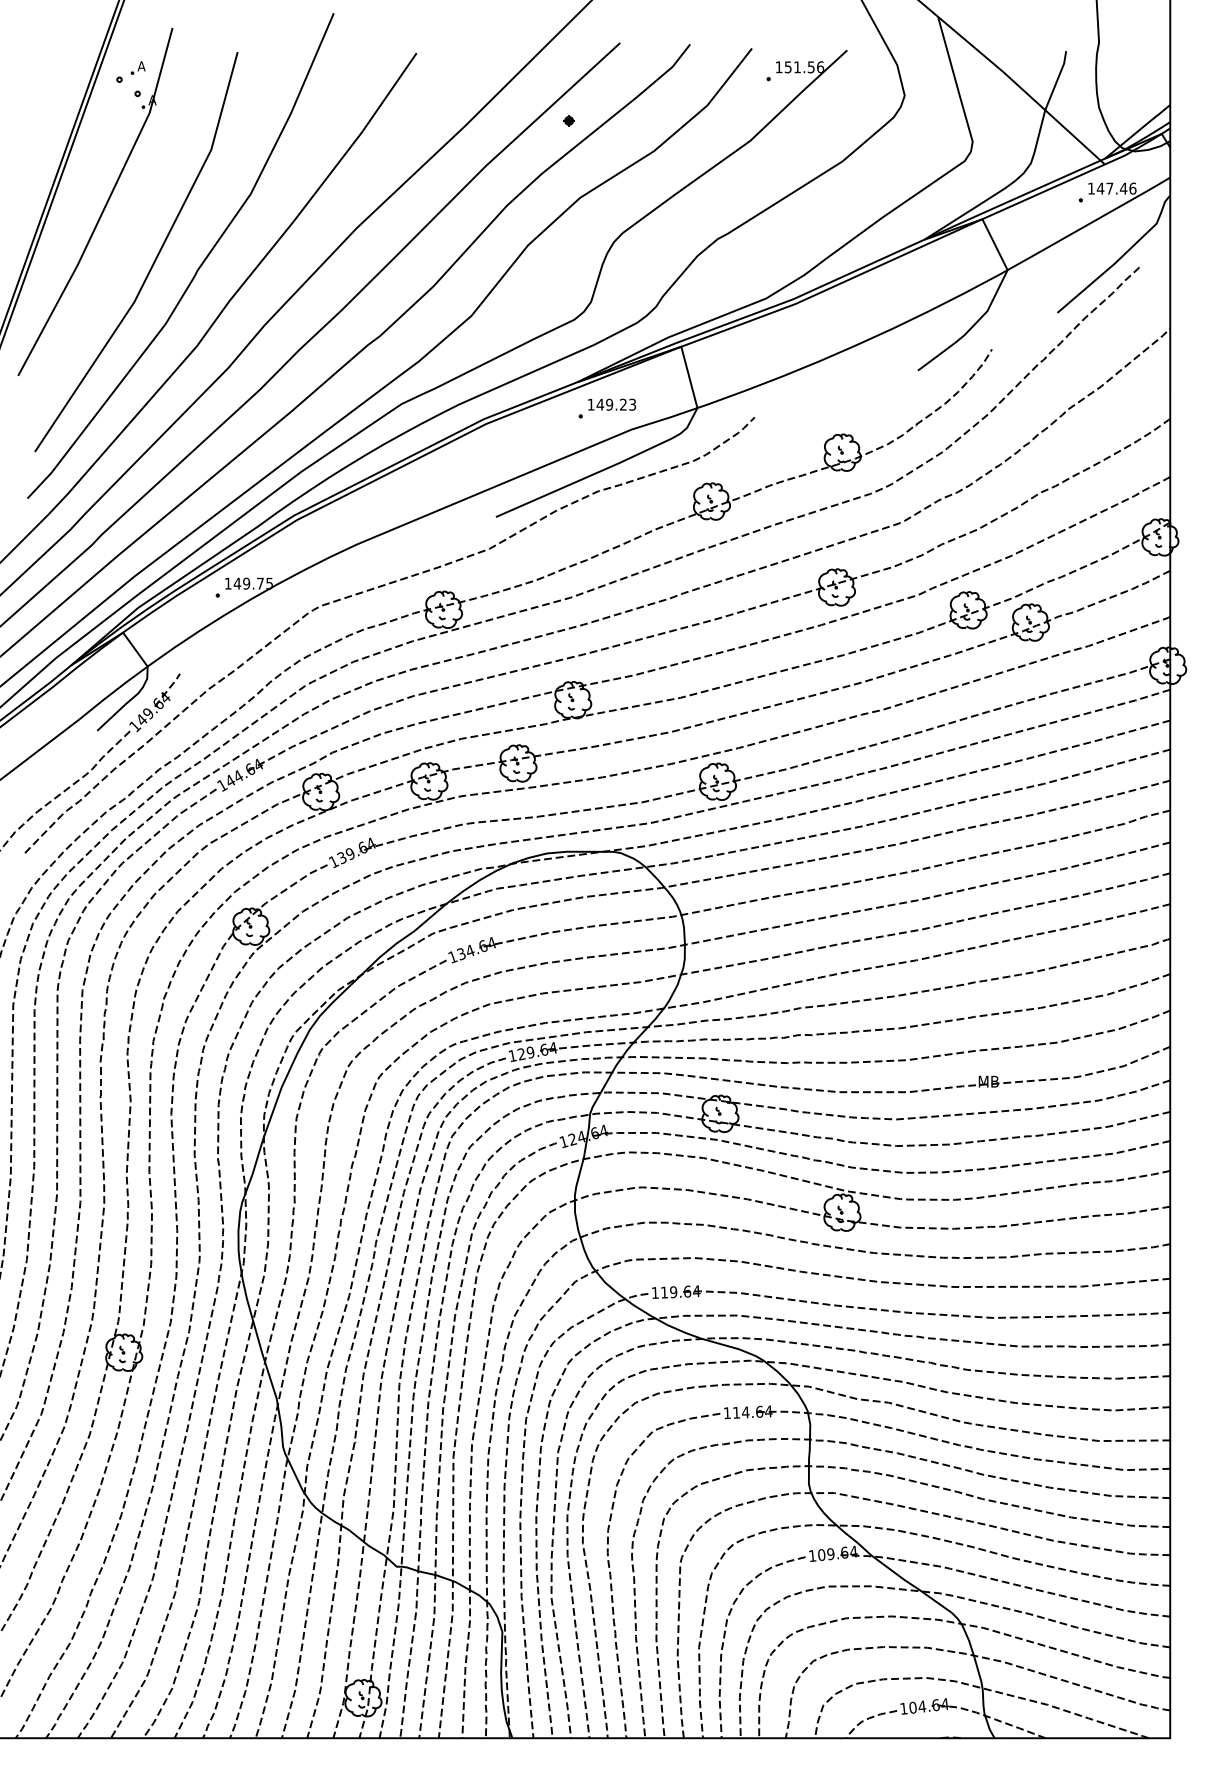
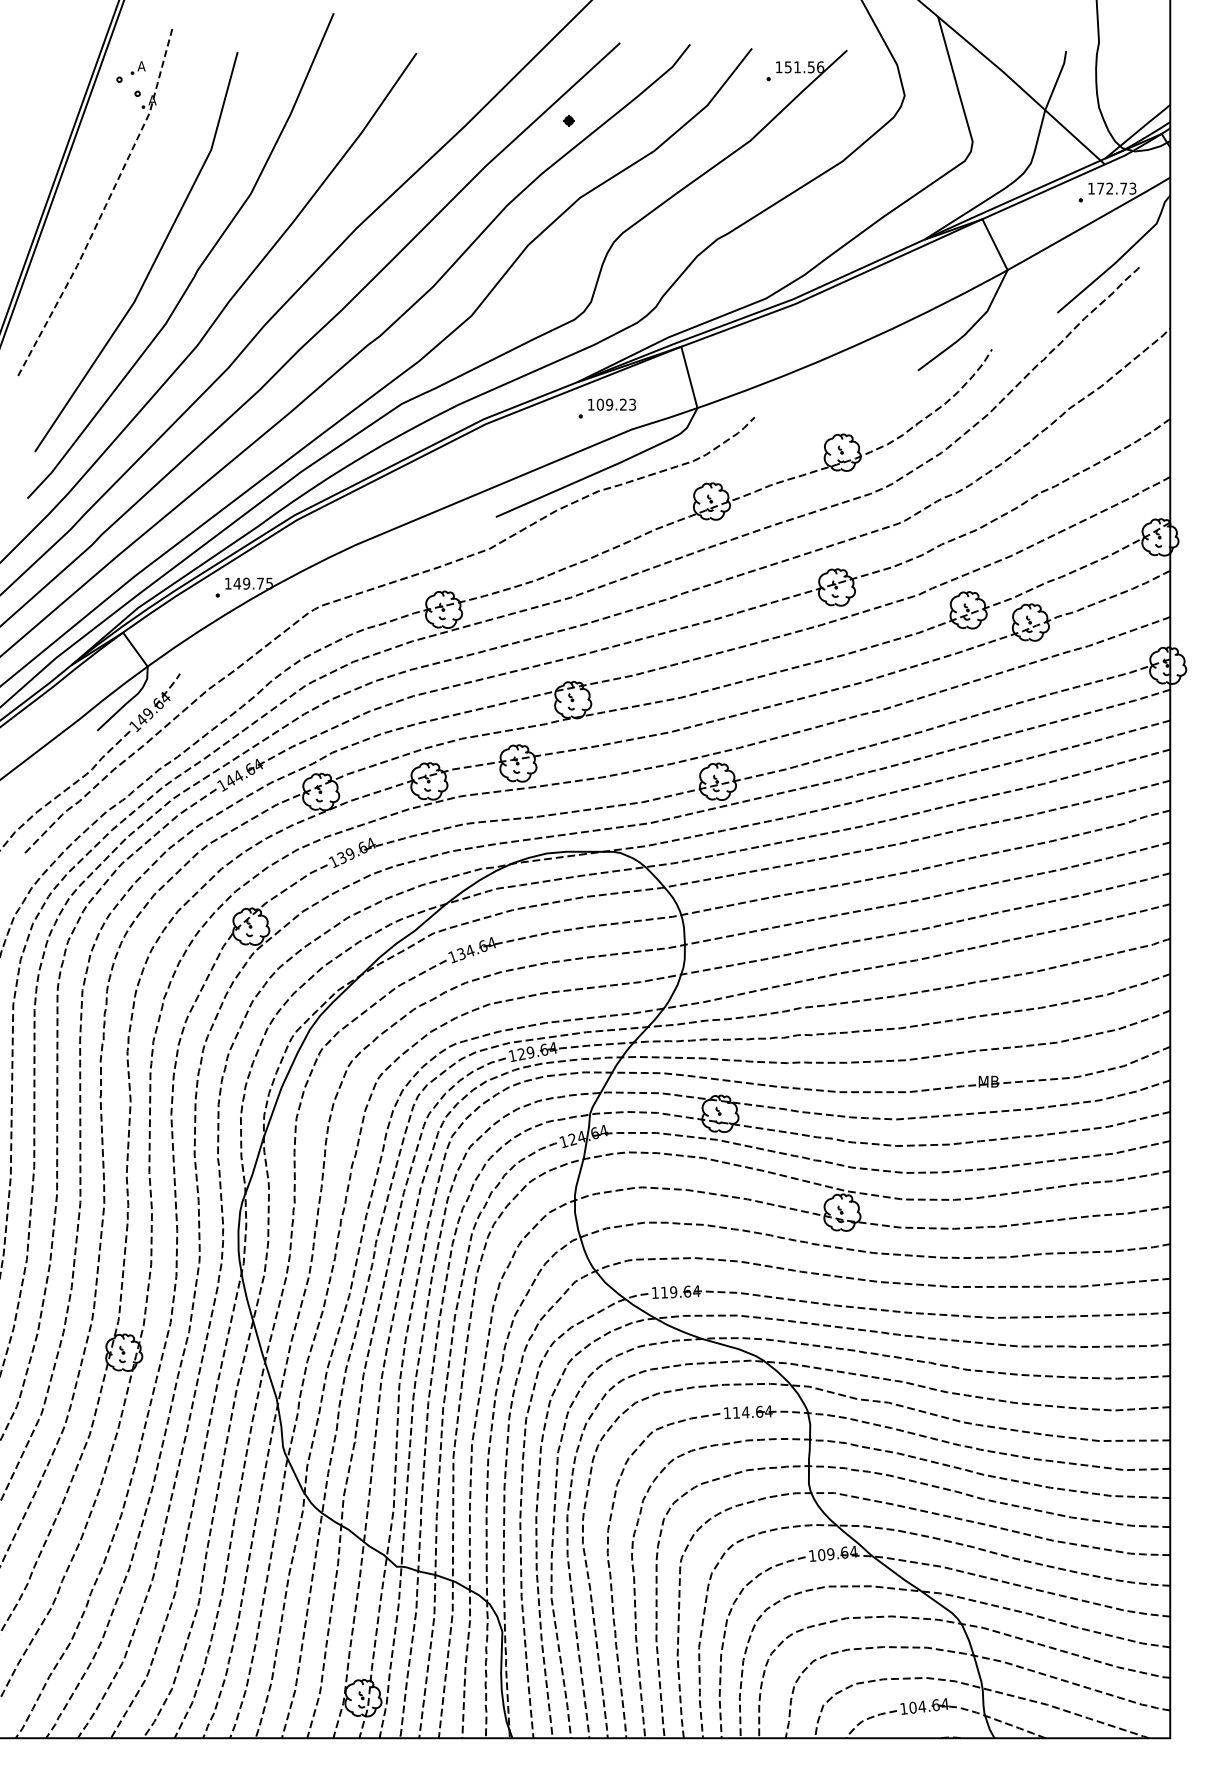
text at (1116, 188): 147.46 -> 172.73
line at (105, 205): solid -> dashed
text at (600, 404): 149.23 -> 109.23
